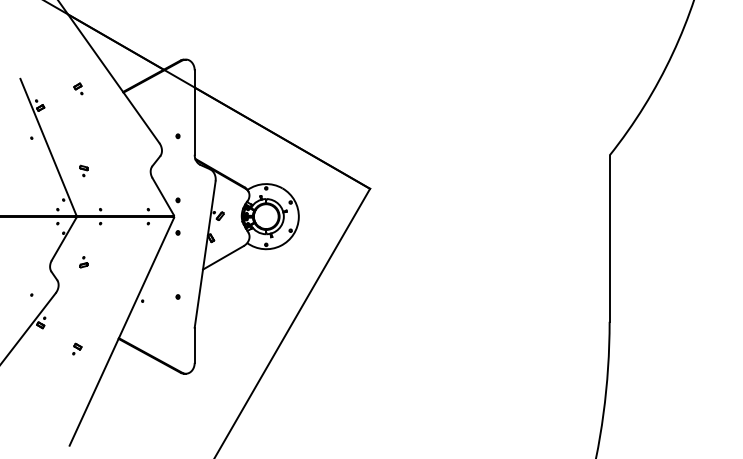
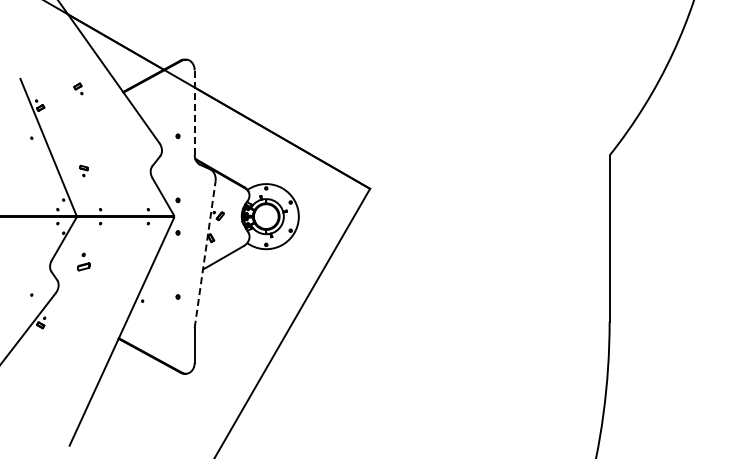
line at (194, 112): solid -> dashed
line at (205, 254): solid -> dashed
part at (83, 262) size: 10x13 px -> 14x20 px
part at (77, 348): present -> none
